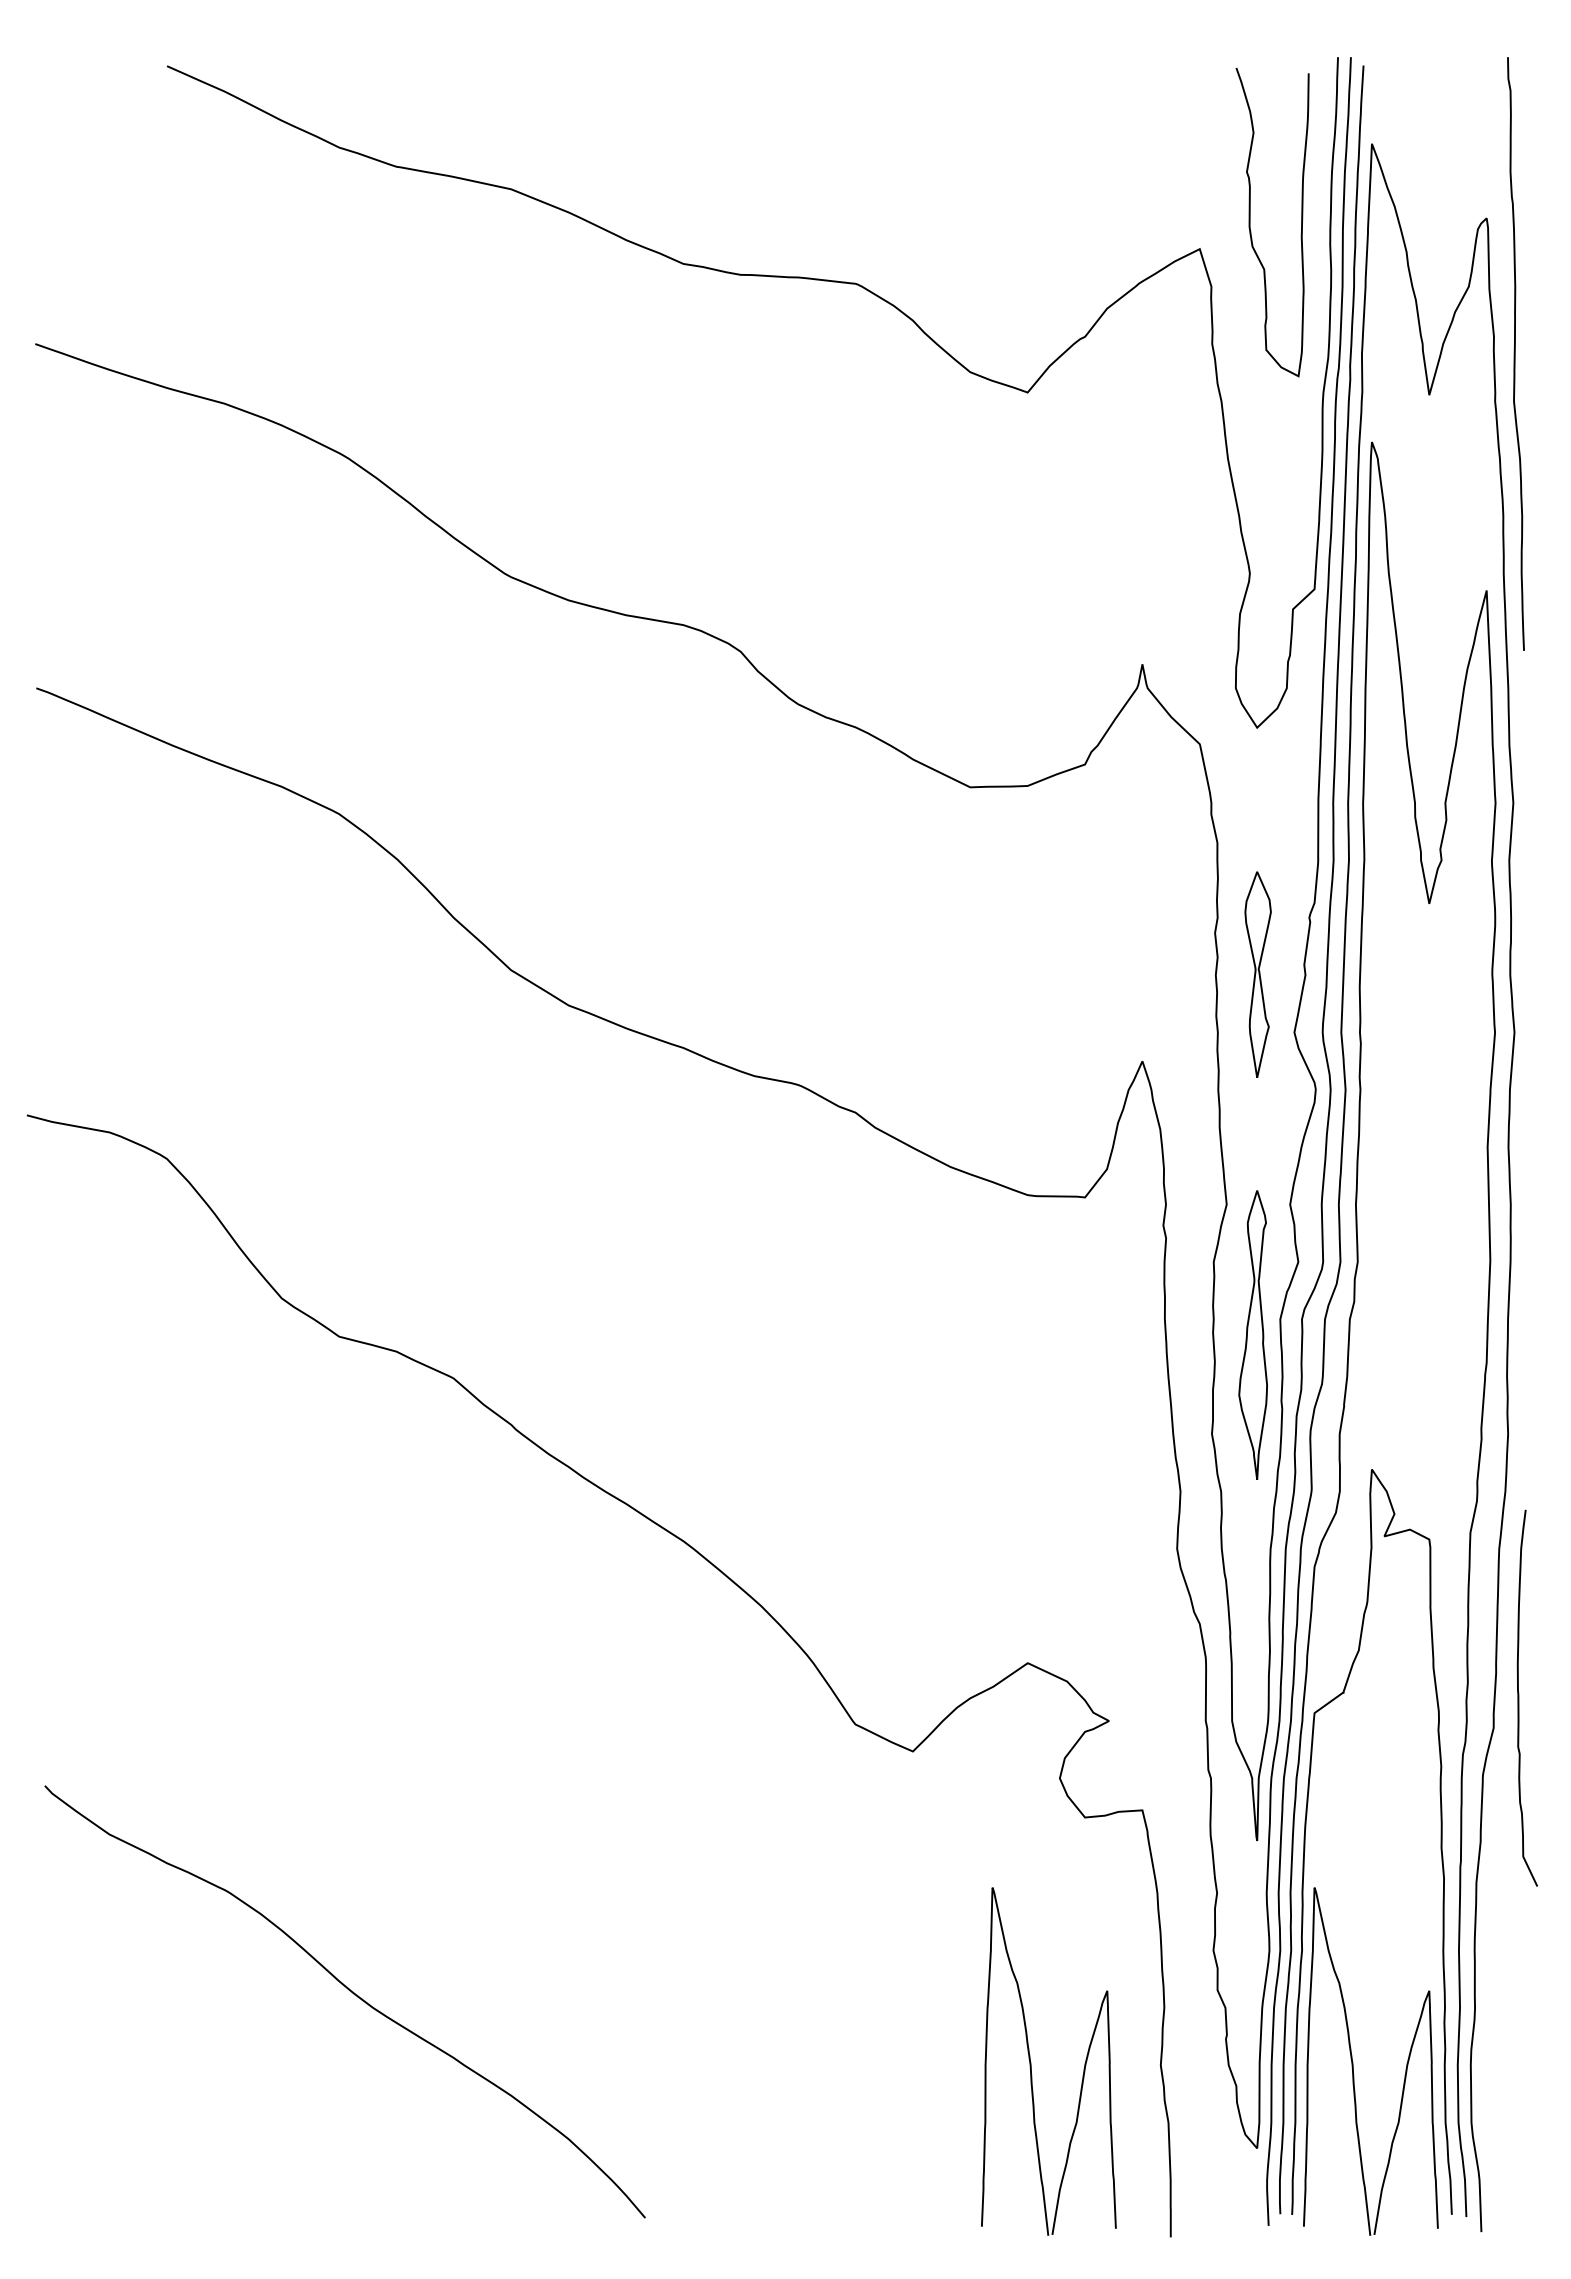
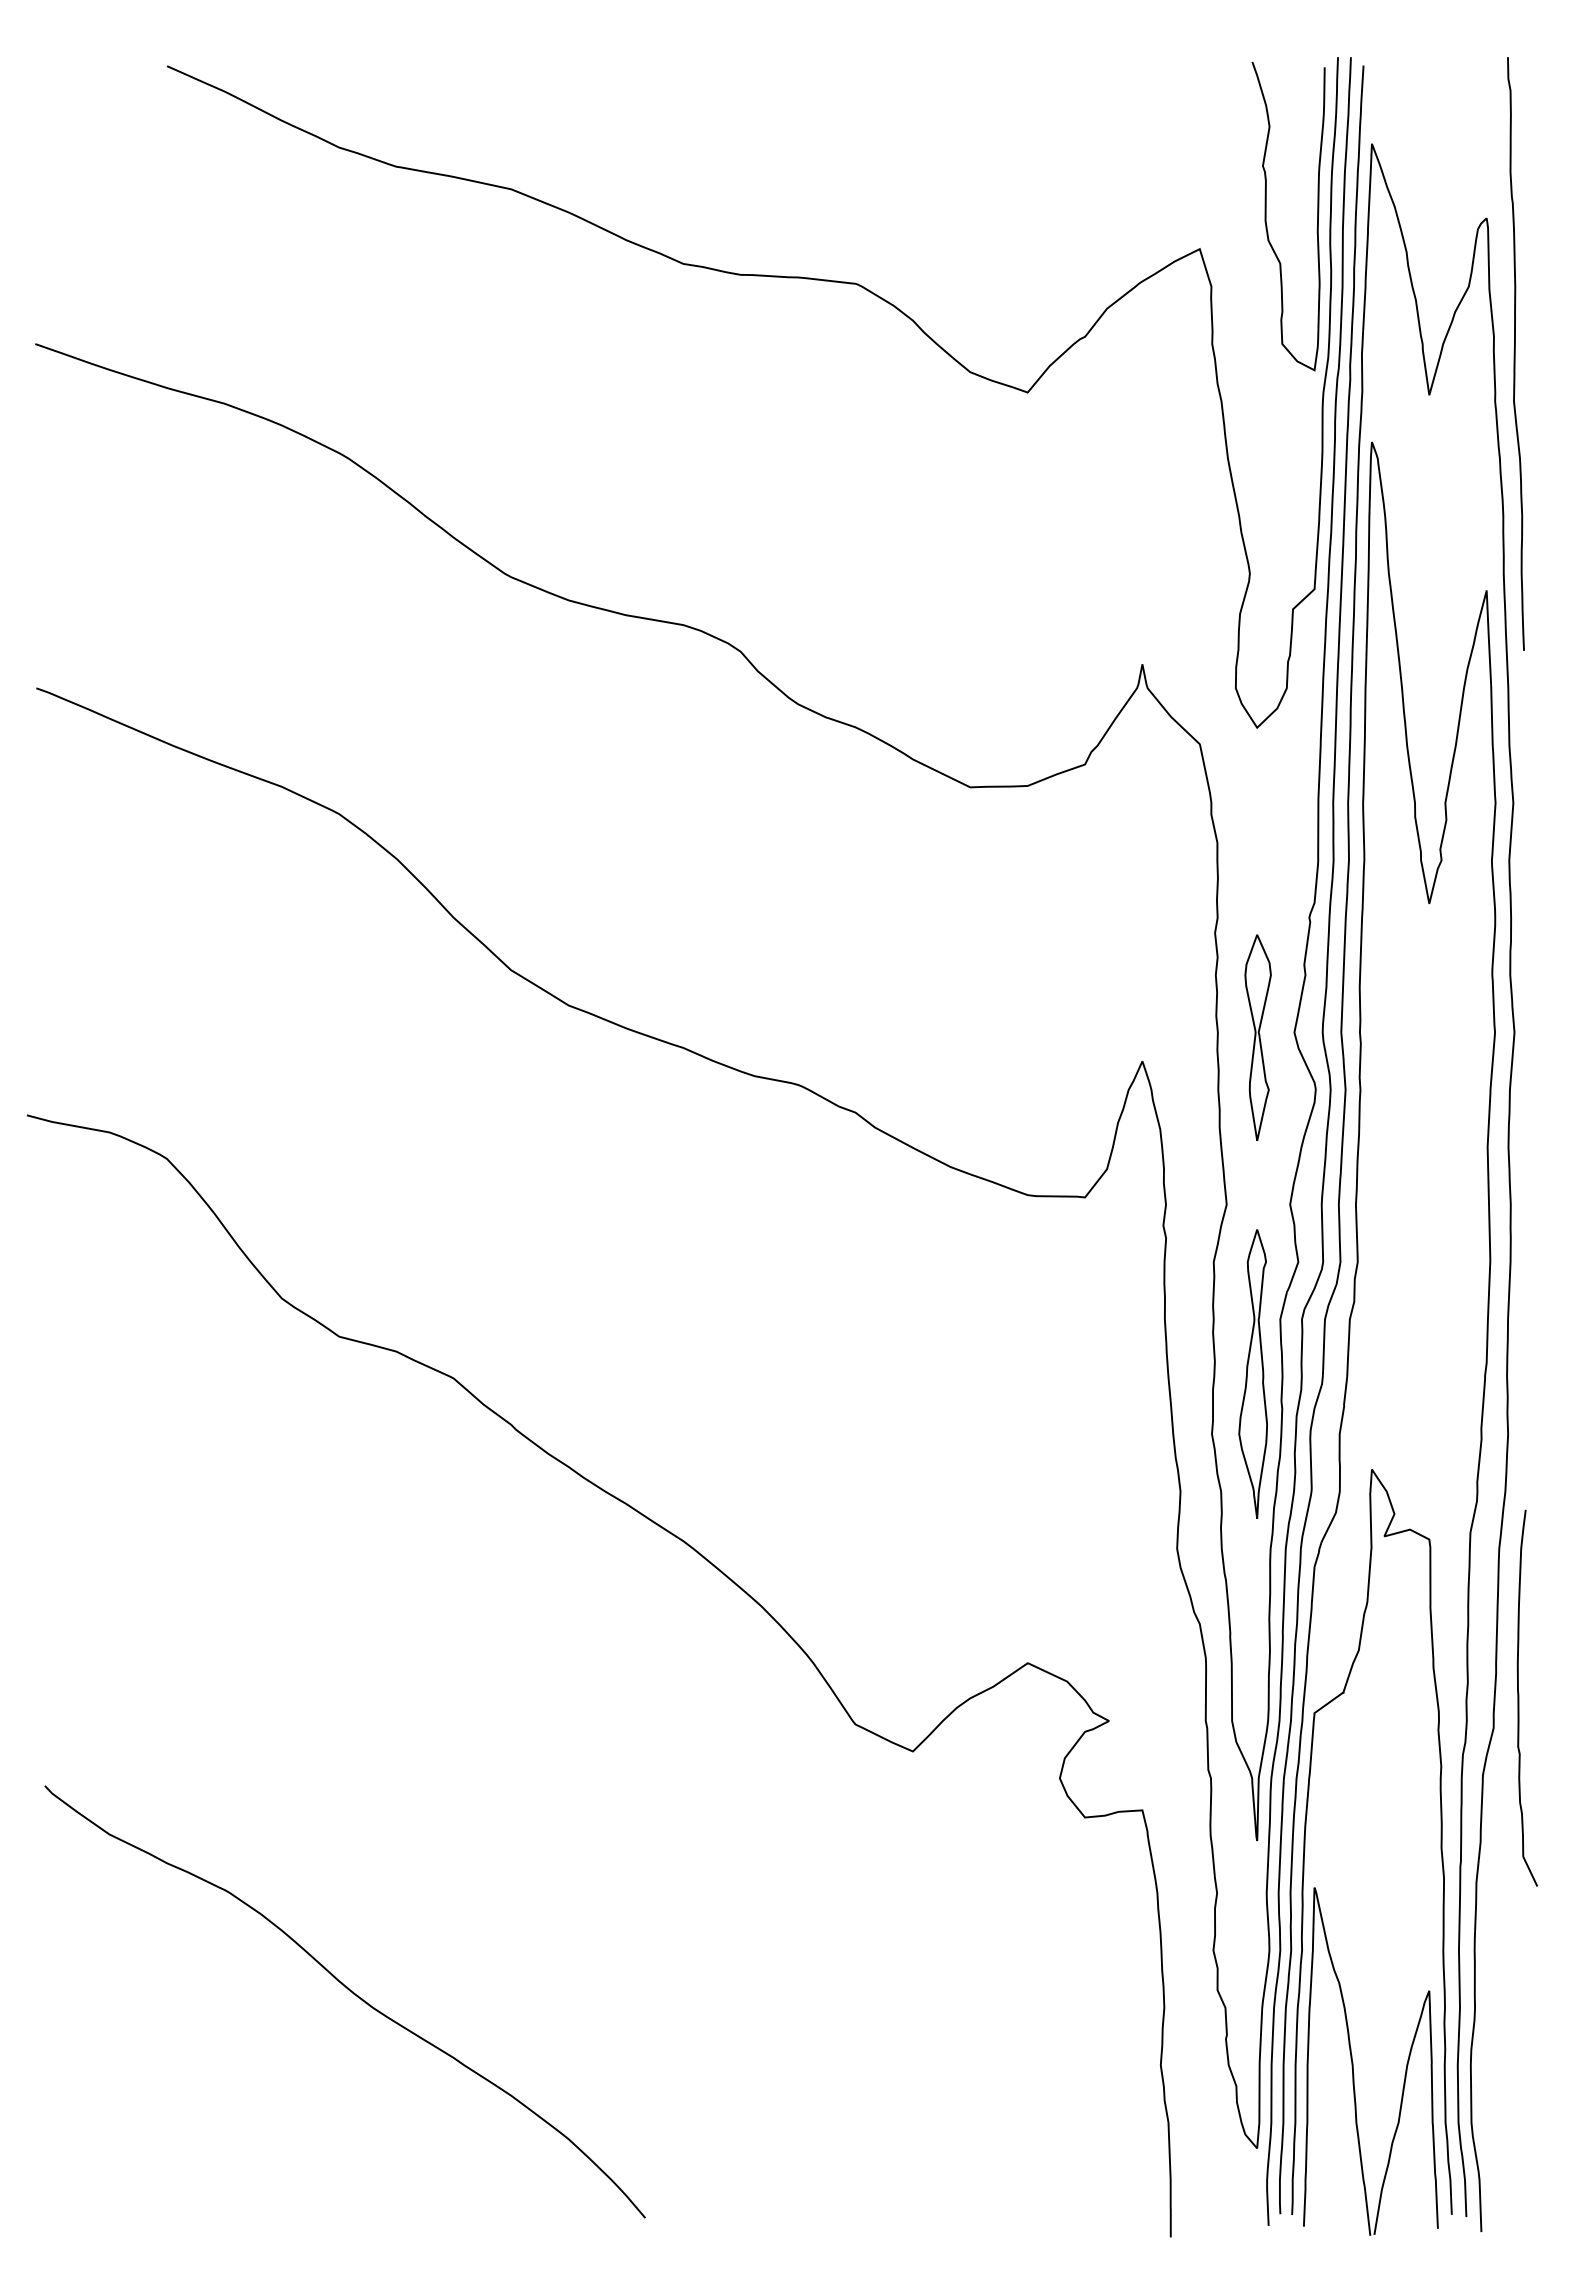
curve at (1250, 222) position: (1250, 222) -> (1266, 216)
part at (1257, 974) position: (1257, 974) -> (1257, 1037)
part at (1252, 1334) position: (1252, 1334) -> (1252, 1373)
part at (1031, 2062): present -> none
